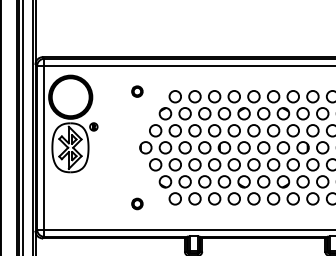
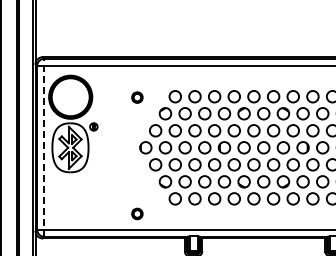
part at (137, 91) position: (137, 91) -> (137, 97)
line at (22, 127): present -> none
line at (44, 147): solid -> dashed
part at (137, 203) position: (137, 203) -> (137, 213)
